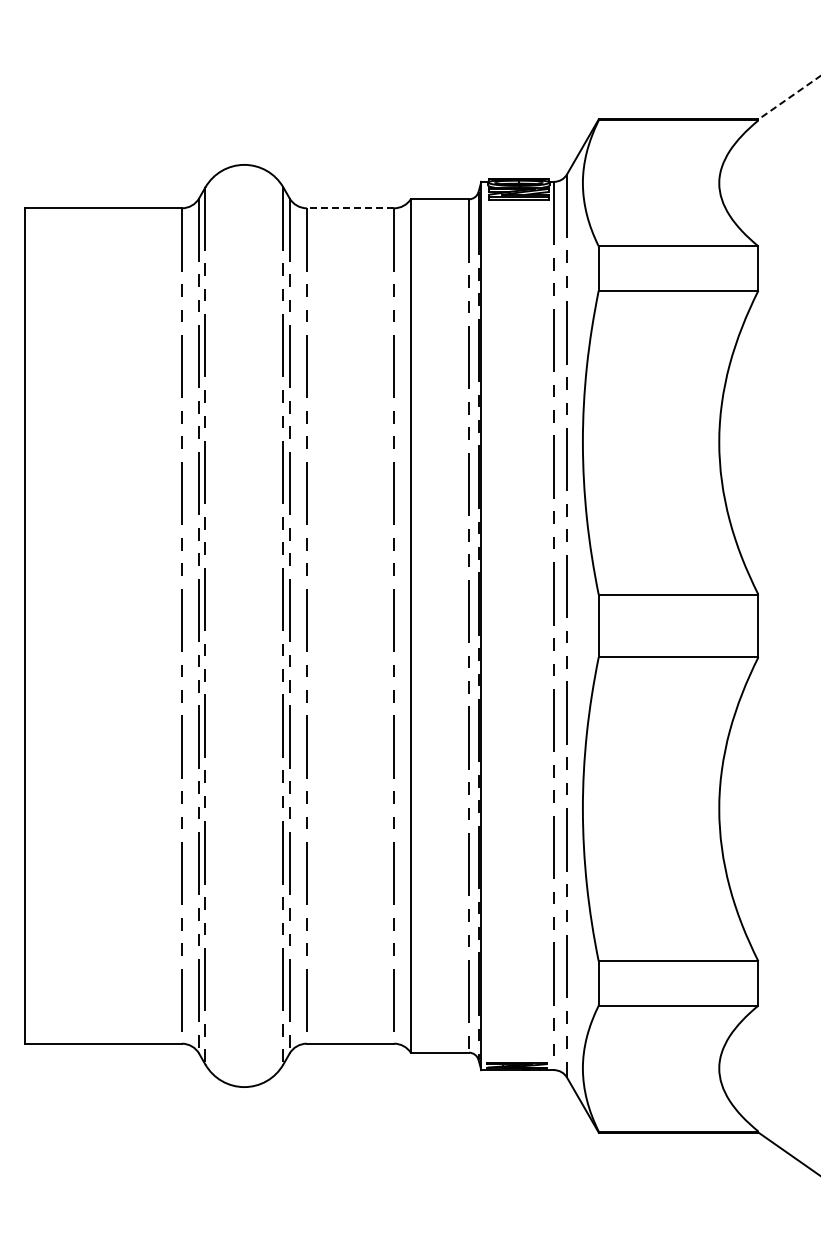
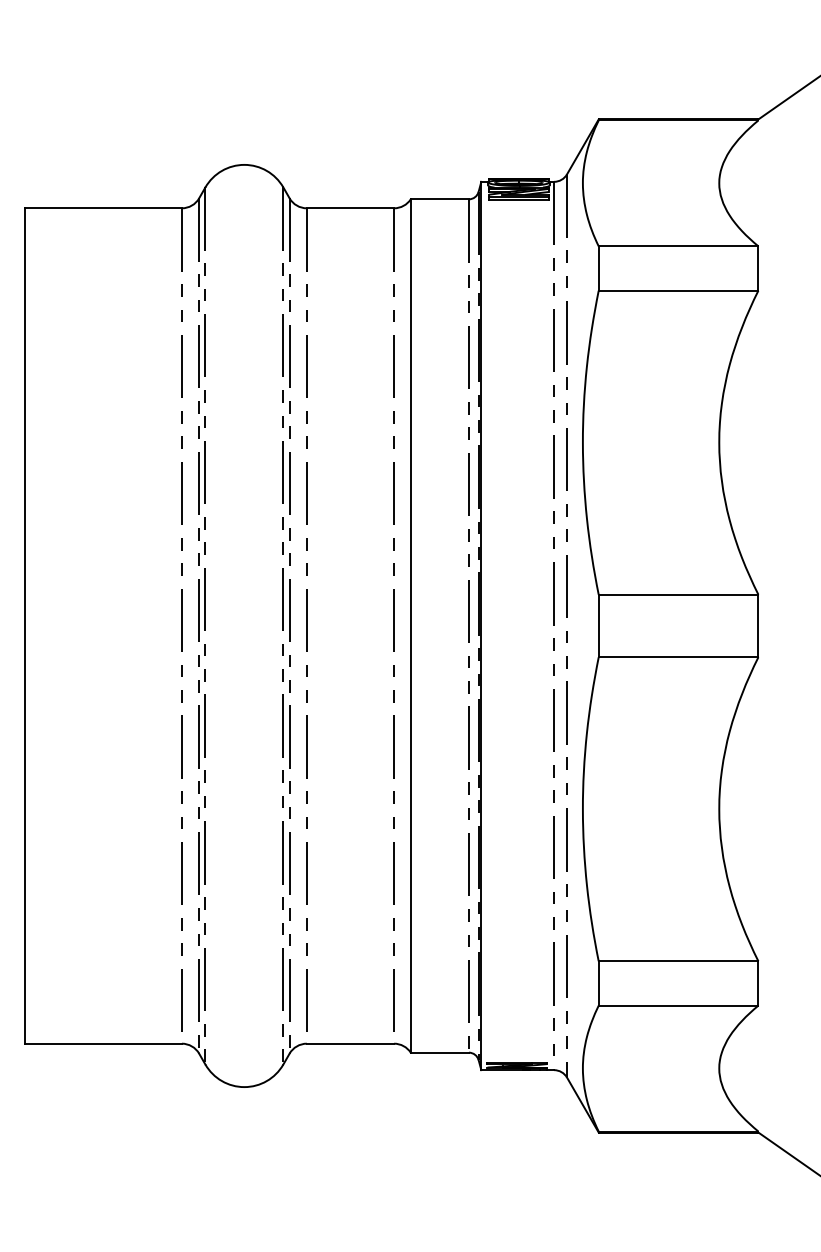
line at (789, 97): dashed -> solid
line at (350, 208): dashed -> solid
